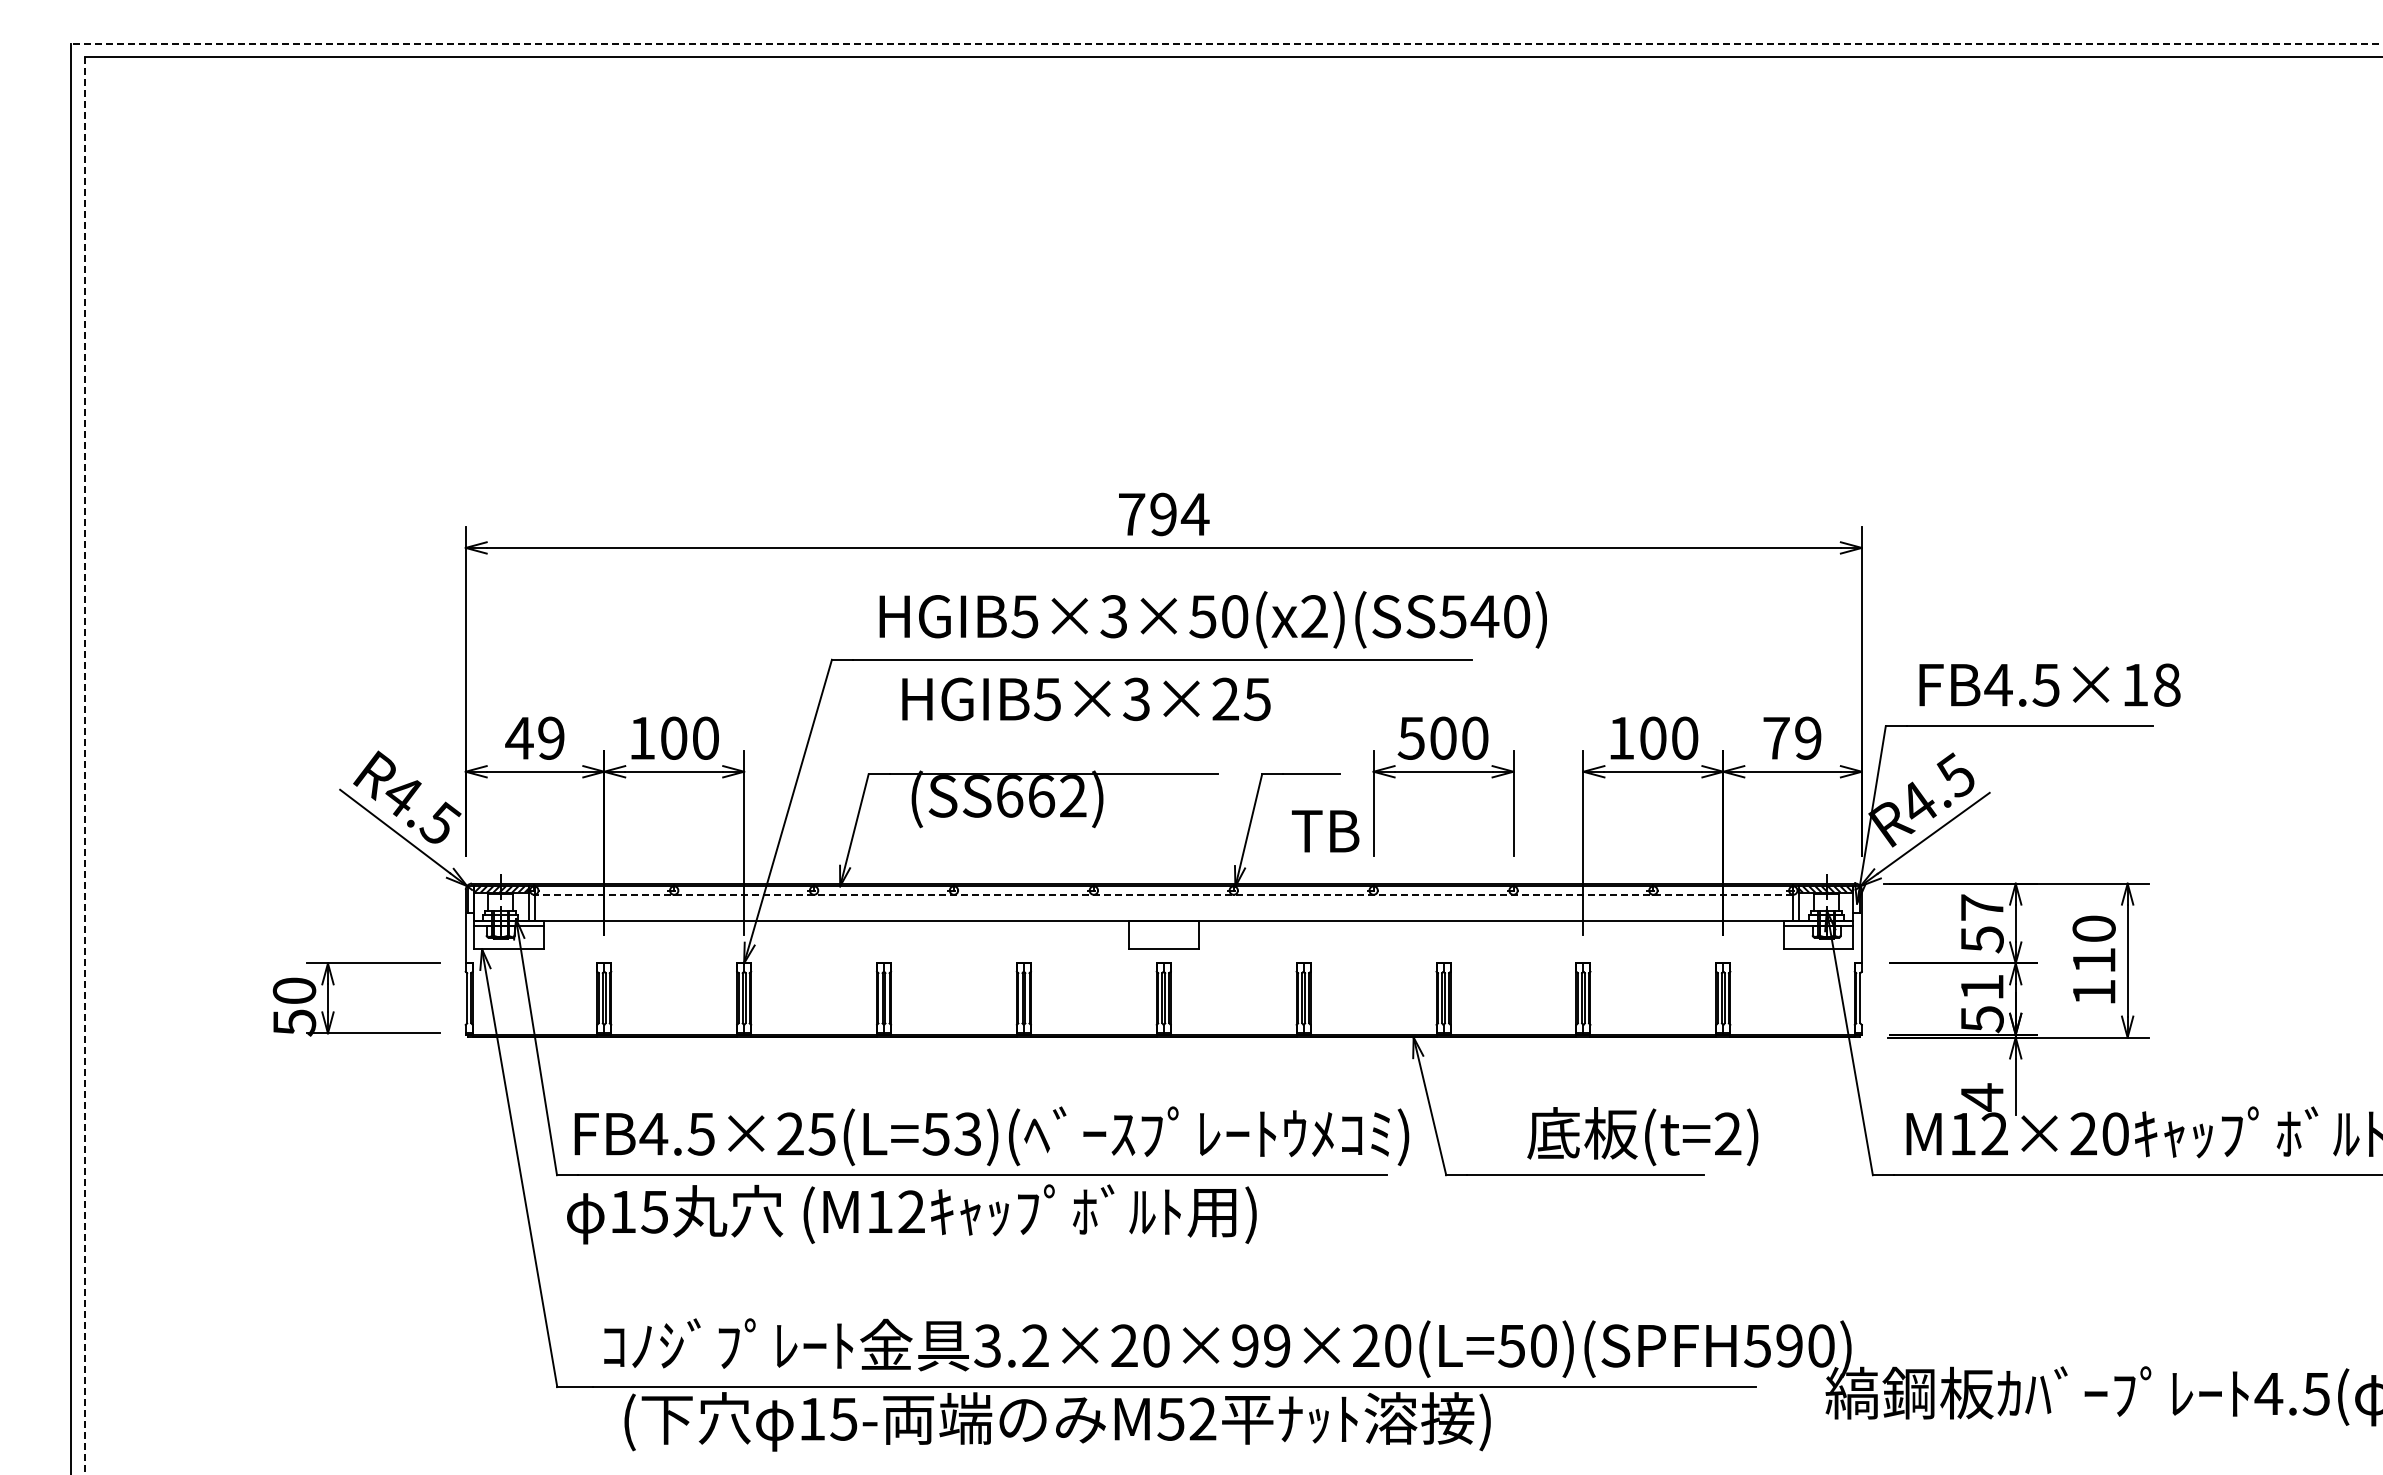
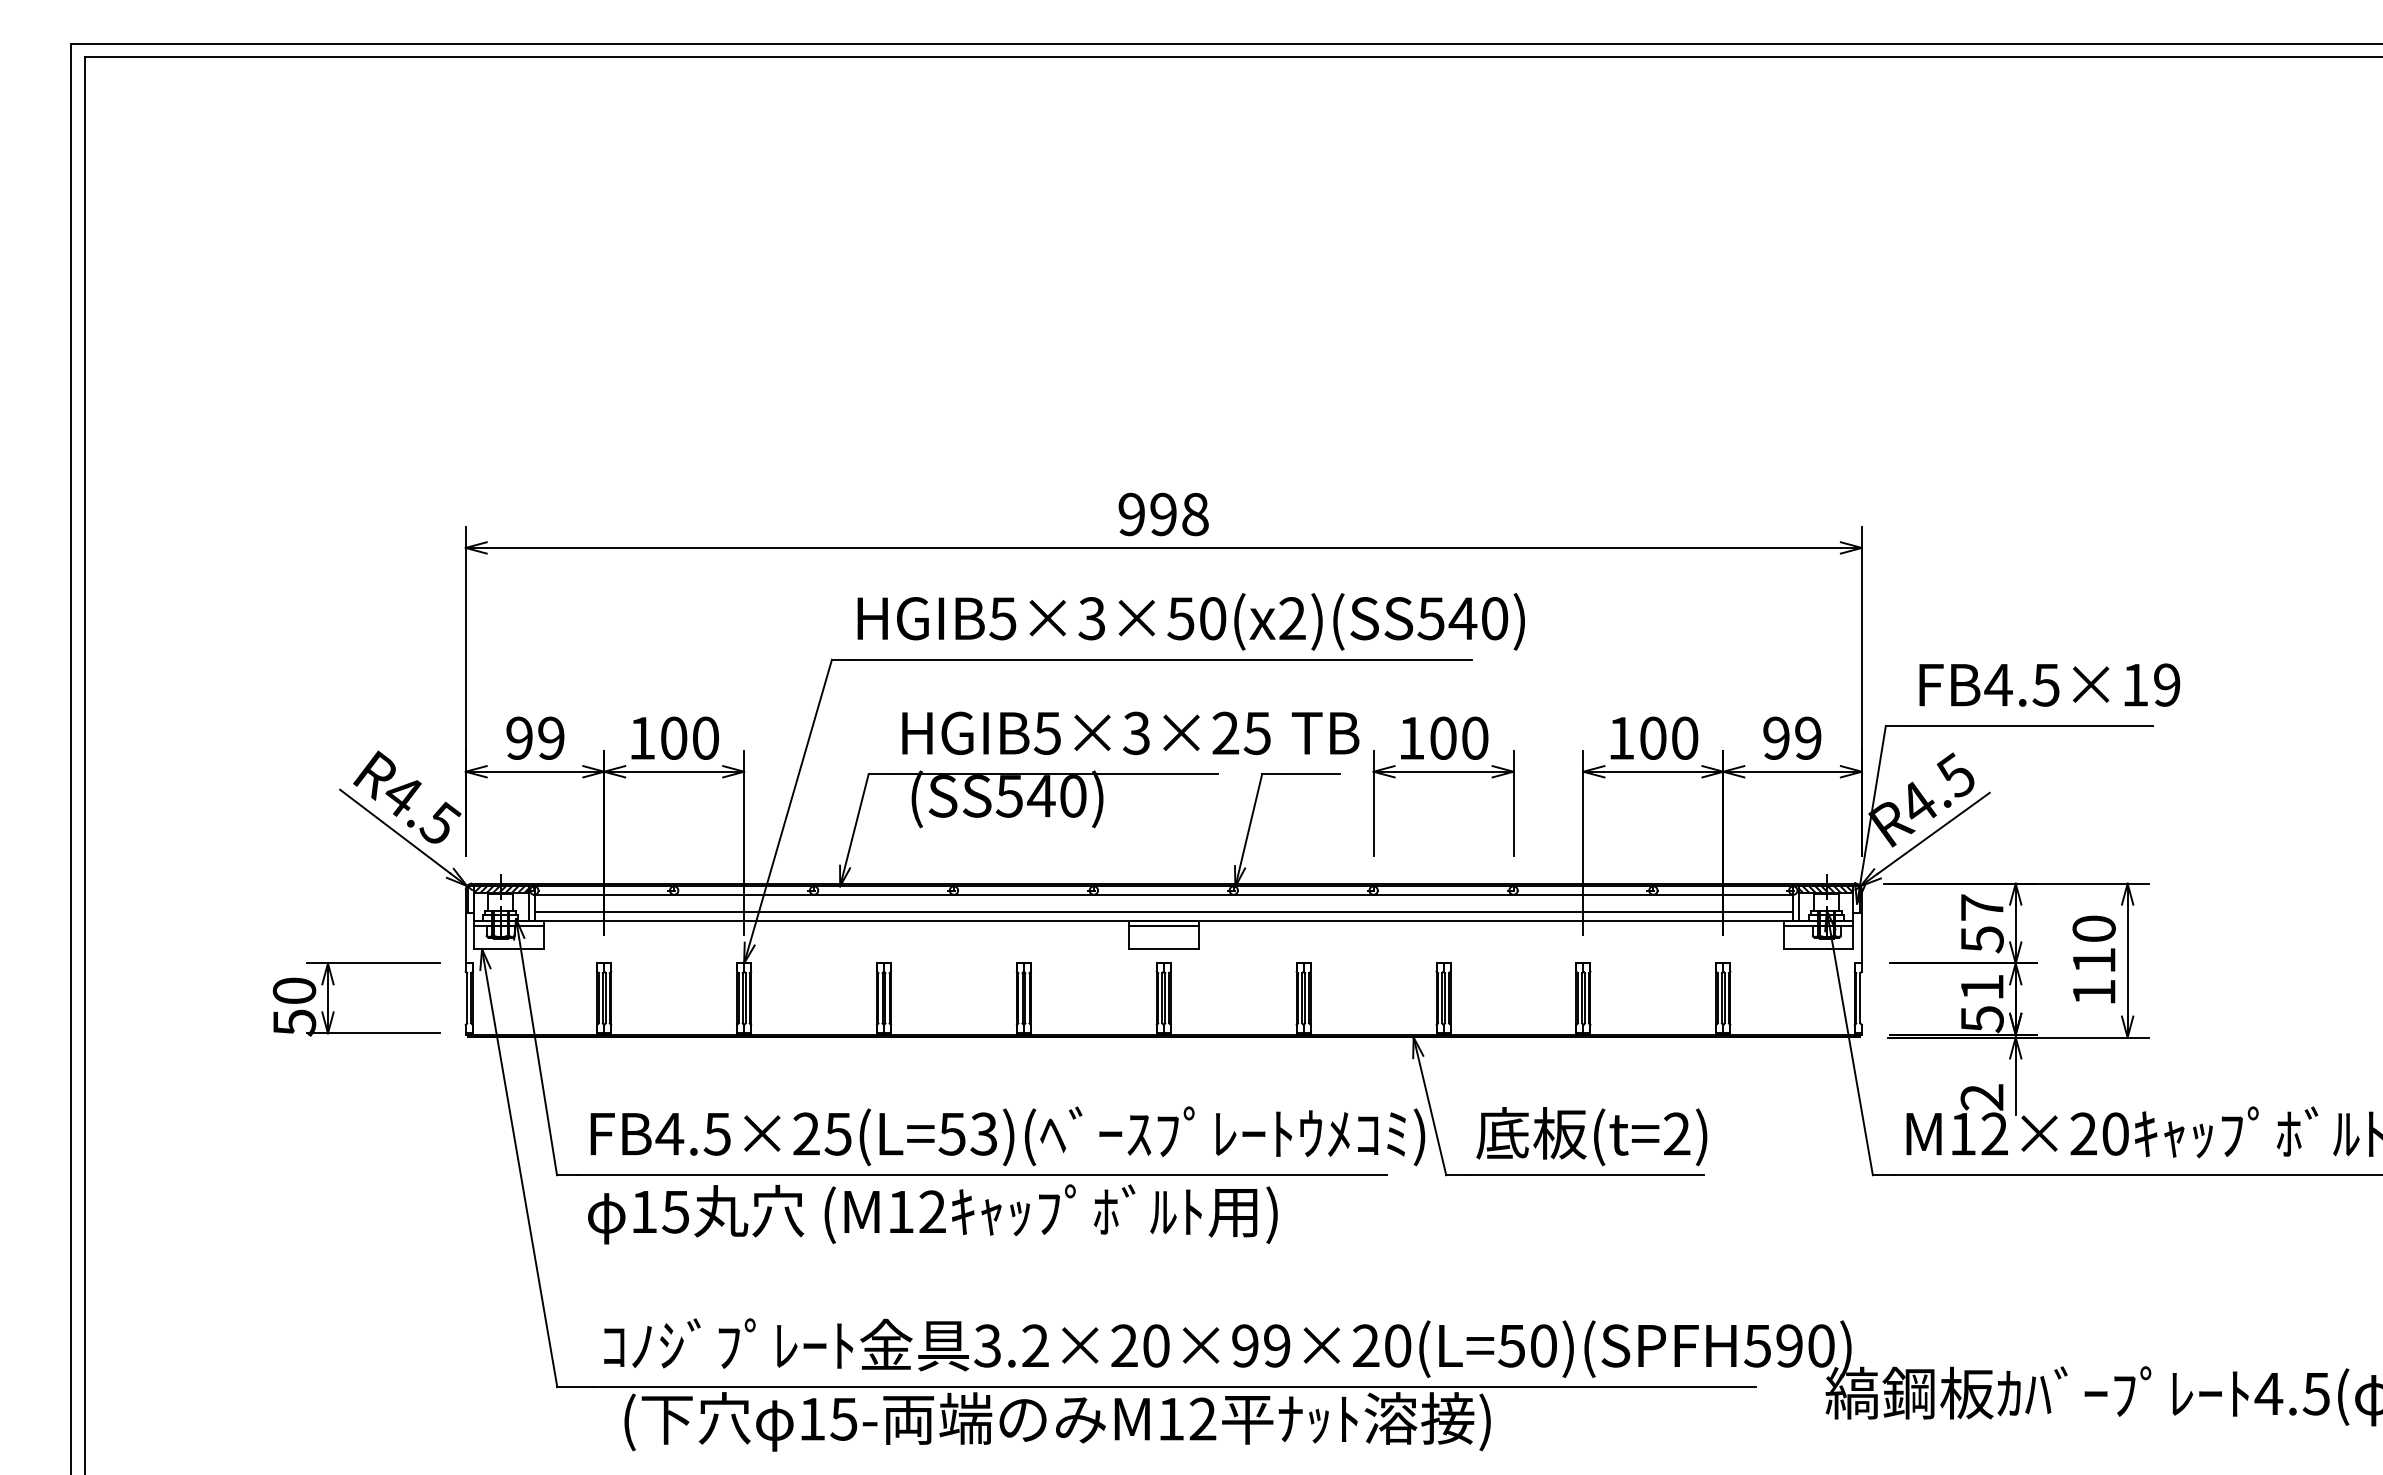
line at (1226, 44): dashed -> solid
text at (1163, 514): 794 -> 998
text at (1212, 619) position: (1212, 619) -> (1190, 621)
text at (2167, 684): FB4.5×18 -> FB4.5×19
text at (1086, 699) position: (1086, 699) -> (1086, 733)
text at (519, 737): 49 -> 99
text at (1776, 737): 79 -> 99
text at (1410, 738): 500 -> 100
line at (85, 766): dashed -> solid
text at (1040, 796): (SS662) -> (SS540)
text at (1325, 831) position: (1325, 831) -> (1325, 733)
line at (1163, 894): dashed -> solid
line at (1163, 911): none -> present
line at (1163, 925): none -> present
text at (1981, 1097): 4 -> 2
text at (991, 1136) position: (991, 1136) -> (1007, 1136)
text at (1642, 1136) position: (1642, 1136) -> (1591, 1136)
text at (911, 1214) position: (911, 1214) -> (932, 1214)
text at (1170, 1419): M52 -> M12
